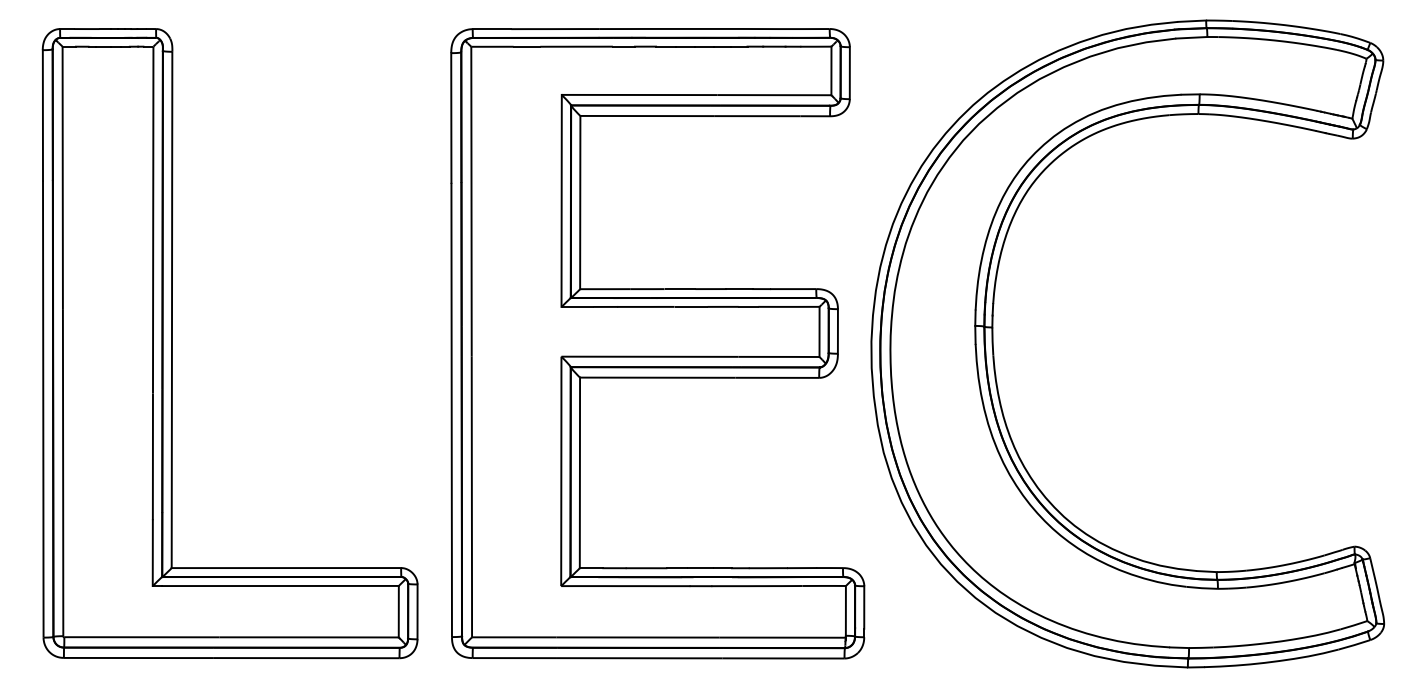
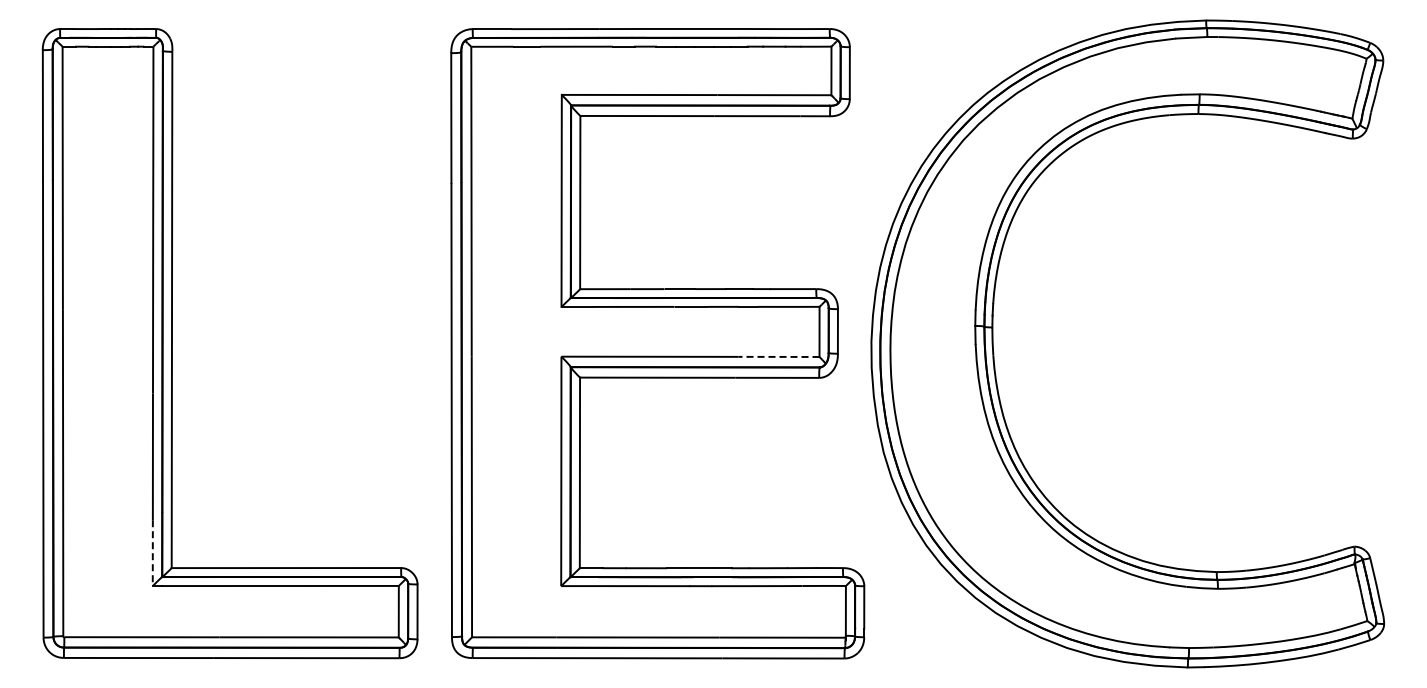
line at (779, 356): solid -> dashed
line at (152, 553): solid -> dashed
